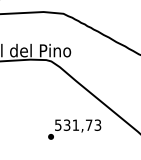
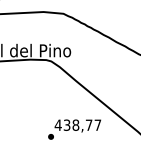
text at (77, 124): 531,73 -> 438,77
